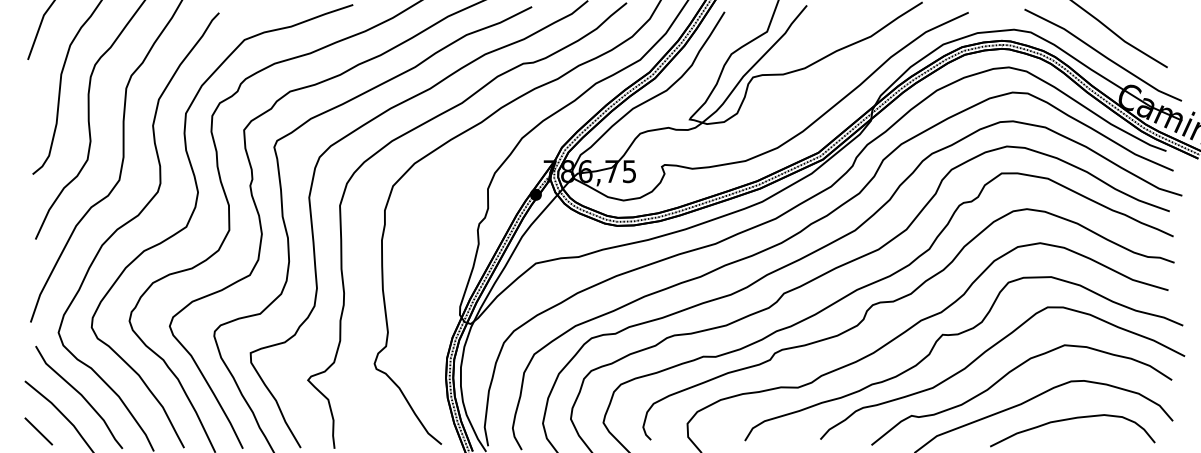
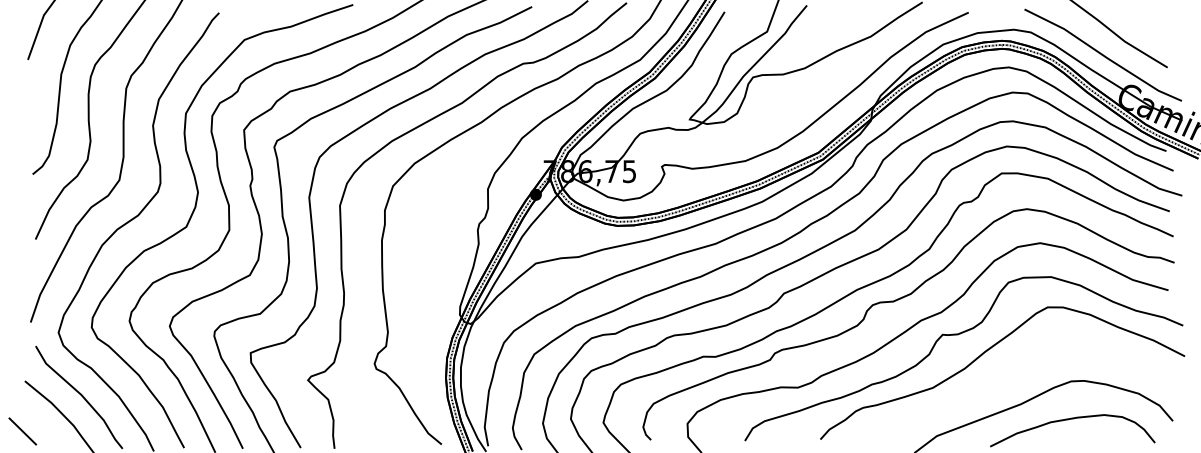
curve at (1008, 374): present -> none
line at (38, 431) position: (38, 431) -> (22, 431)
